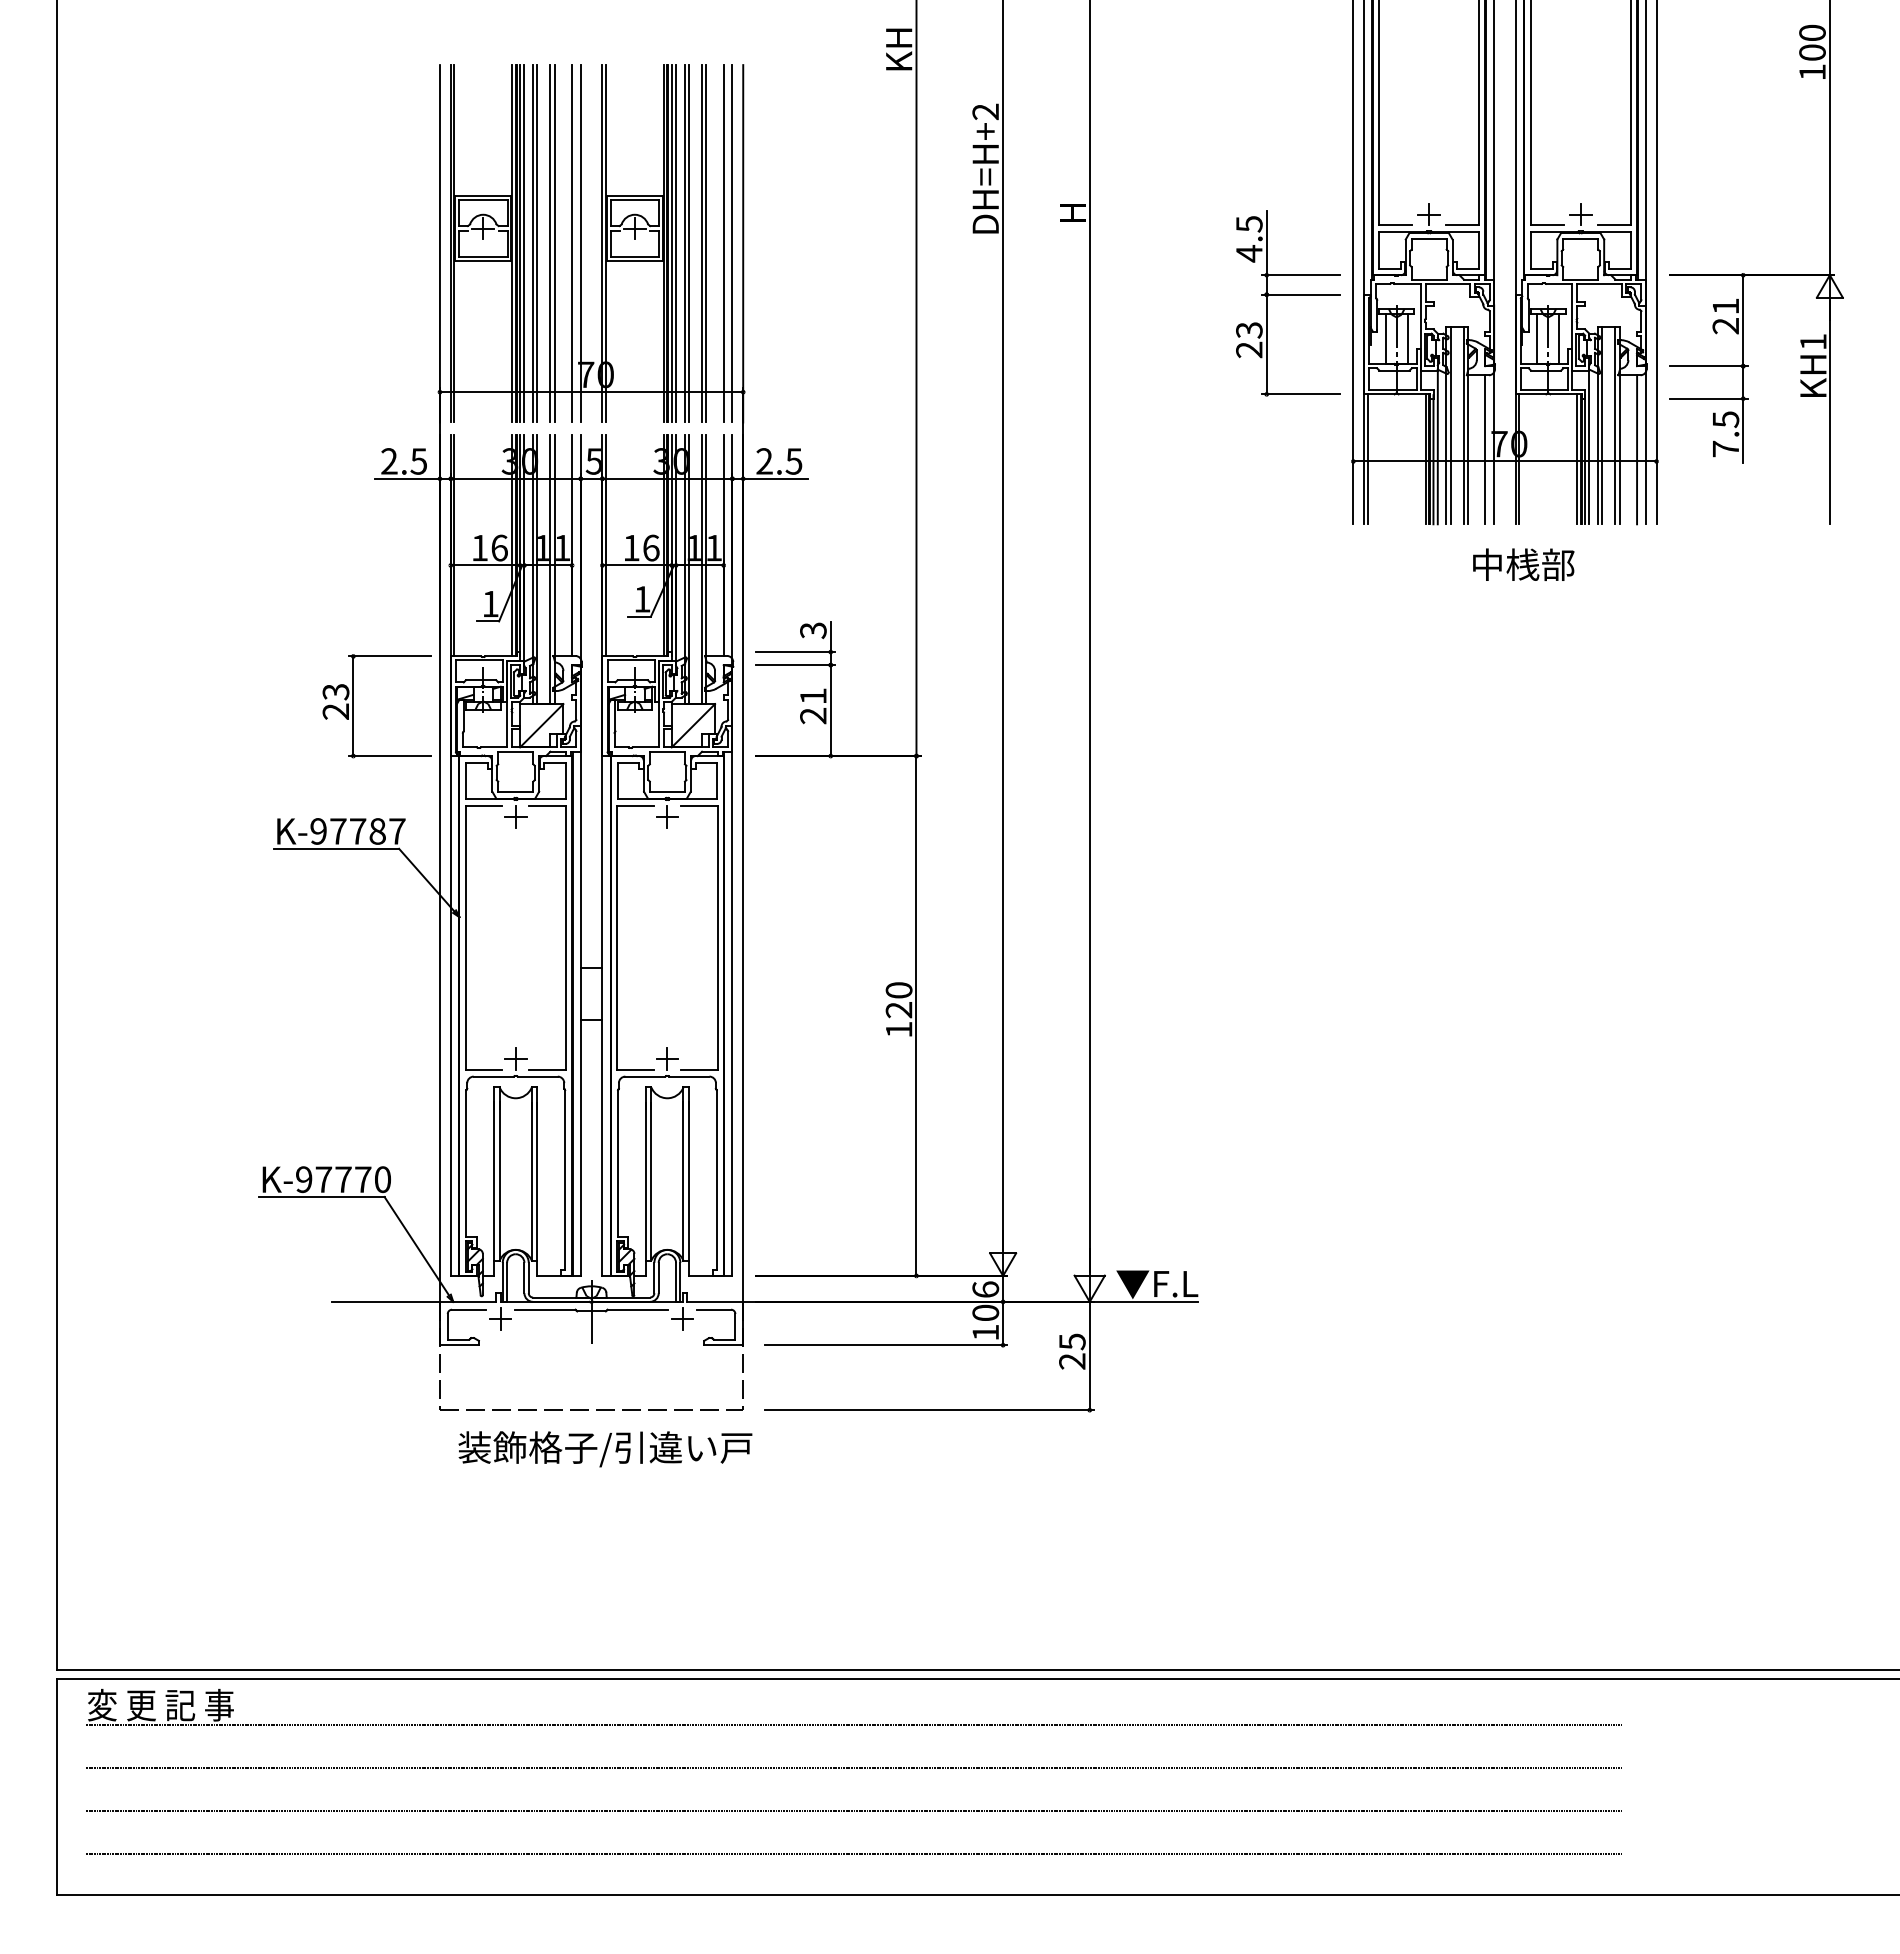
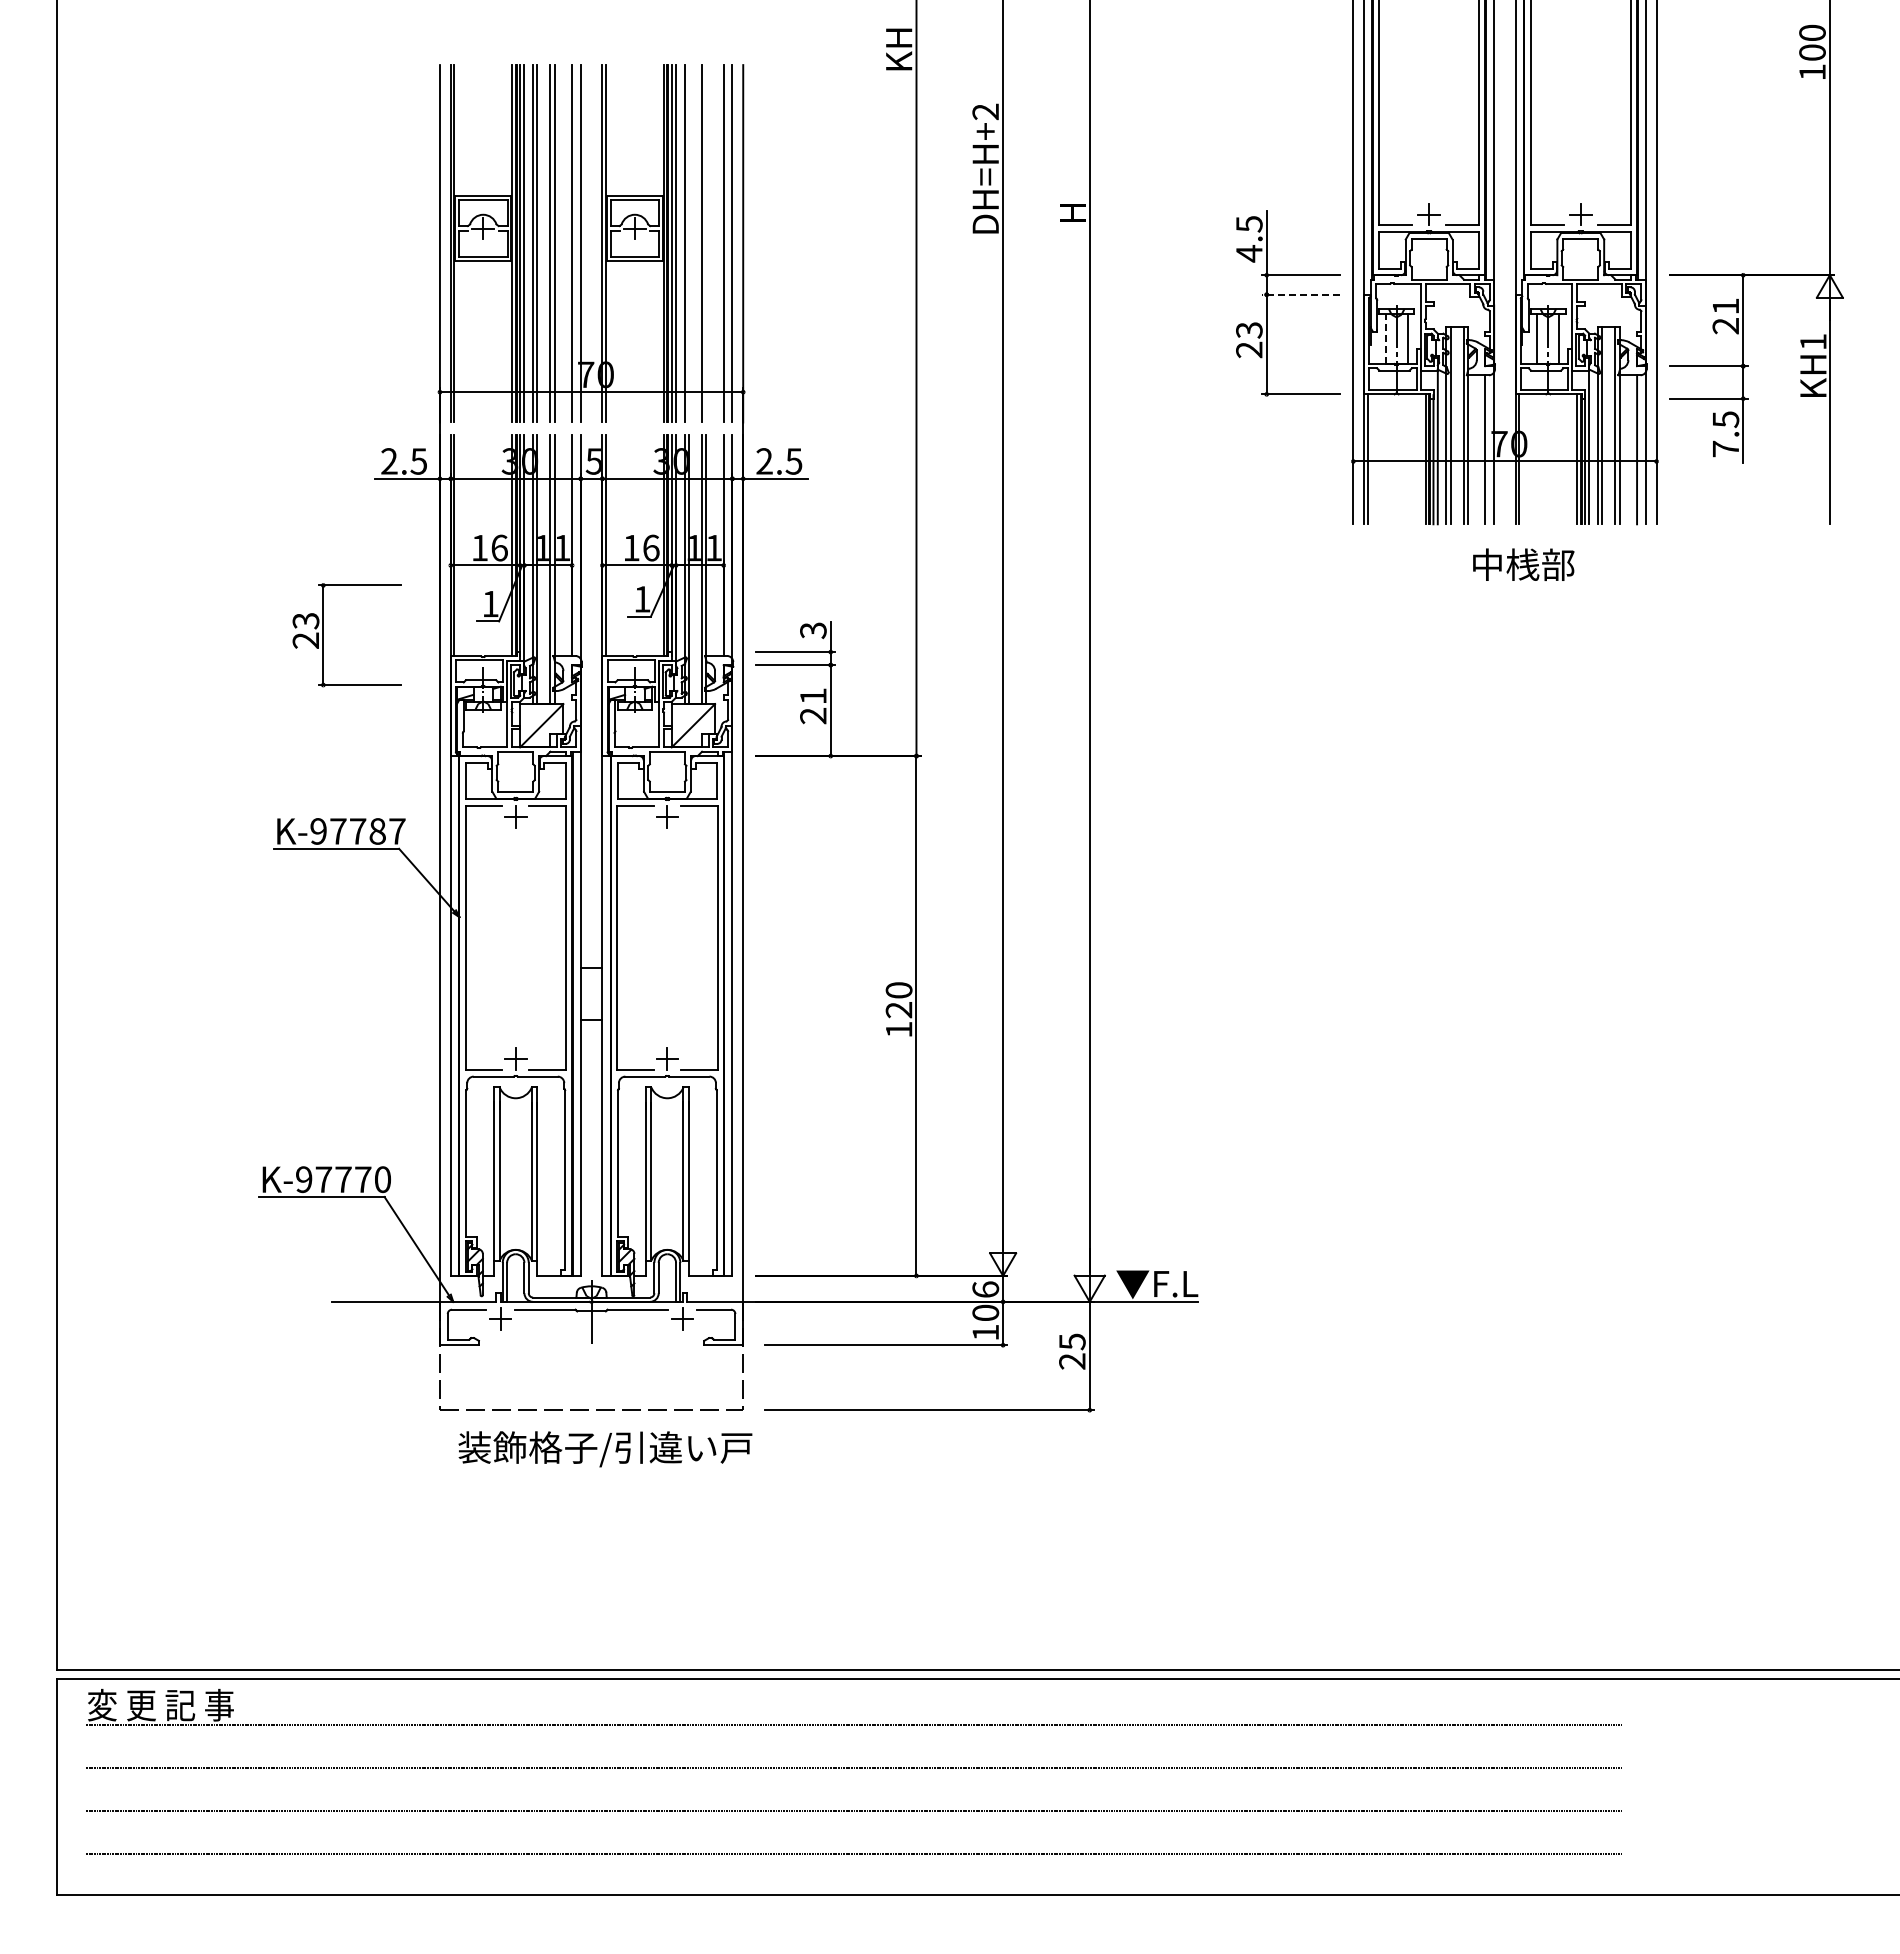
line at (689, 243): present -> none
line at (706, 243): present -> none
line at (1301, 294): solid -> dashed
line at (1385, 339): solid -> dashed
part at (353, 706) position: (353, 706) -> (323, 635)
